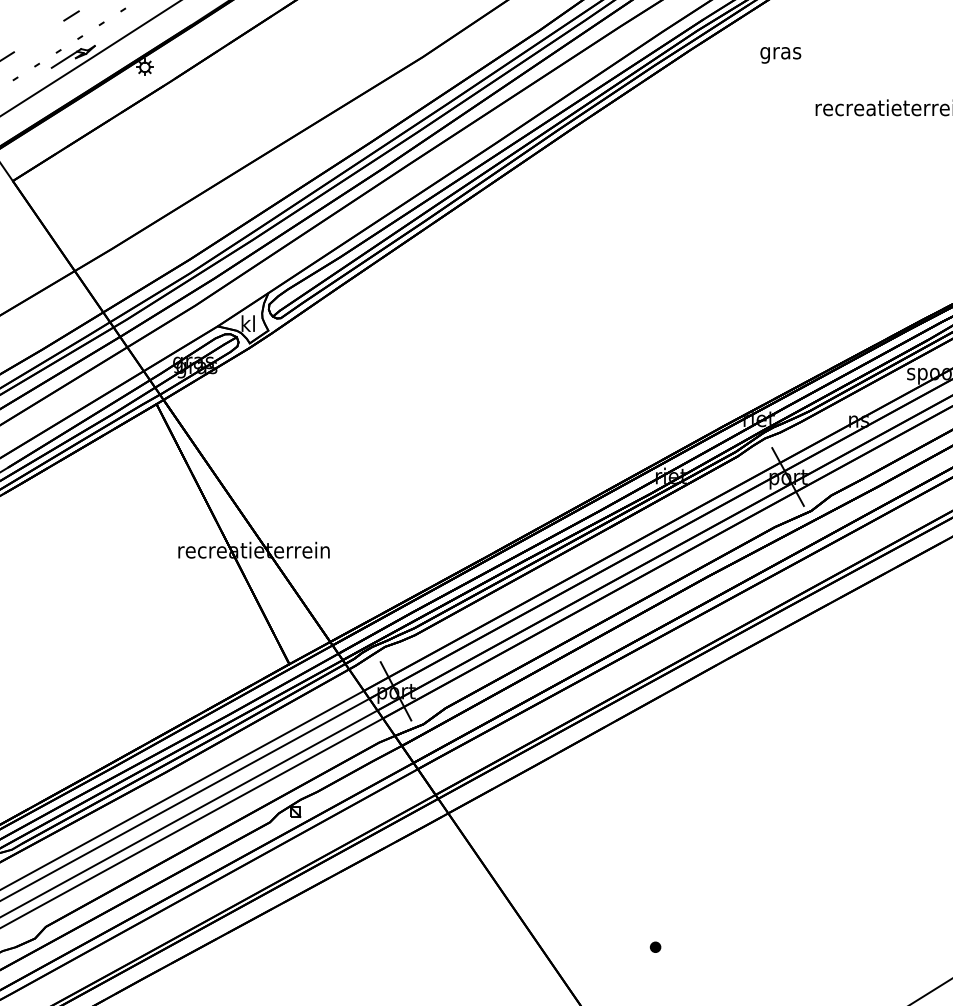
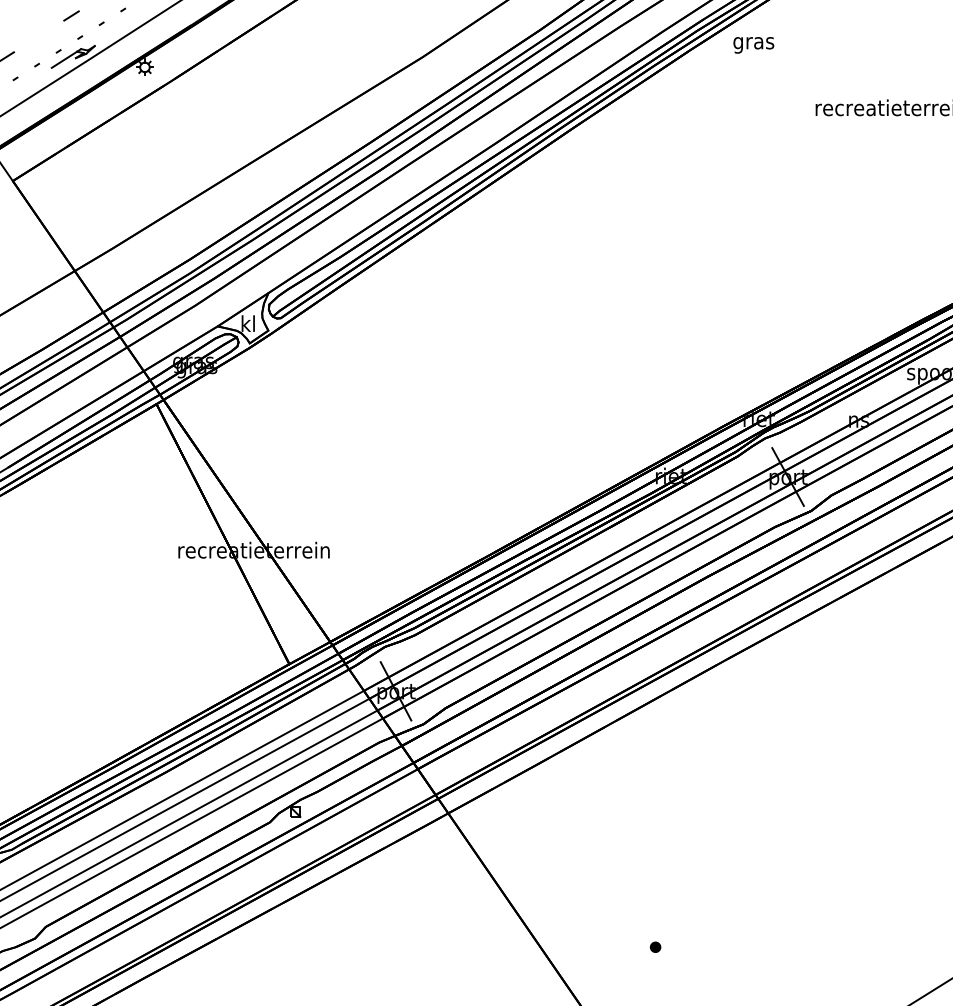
text at (780, 55) position: (780, 55) -> (753, 45)
